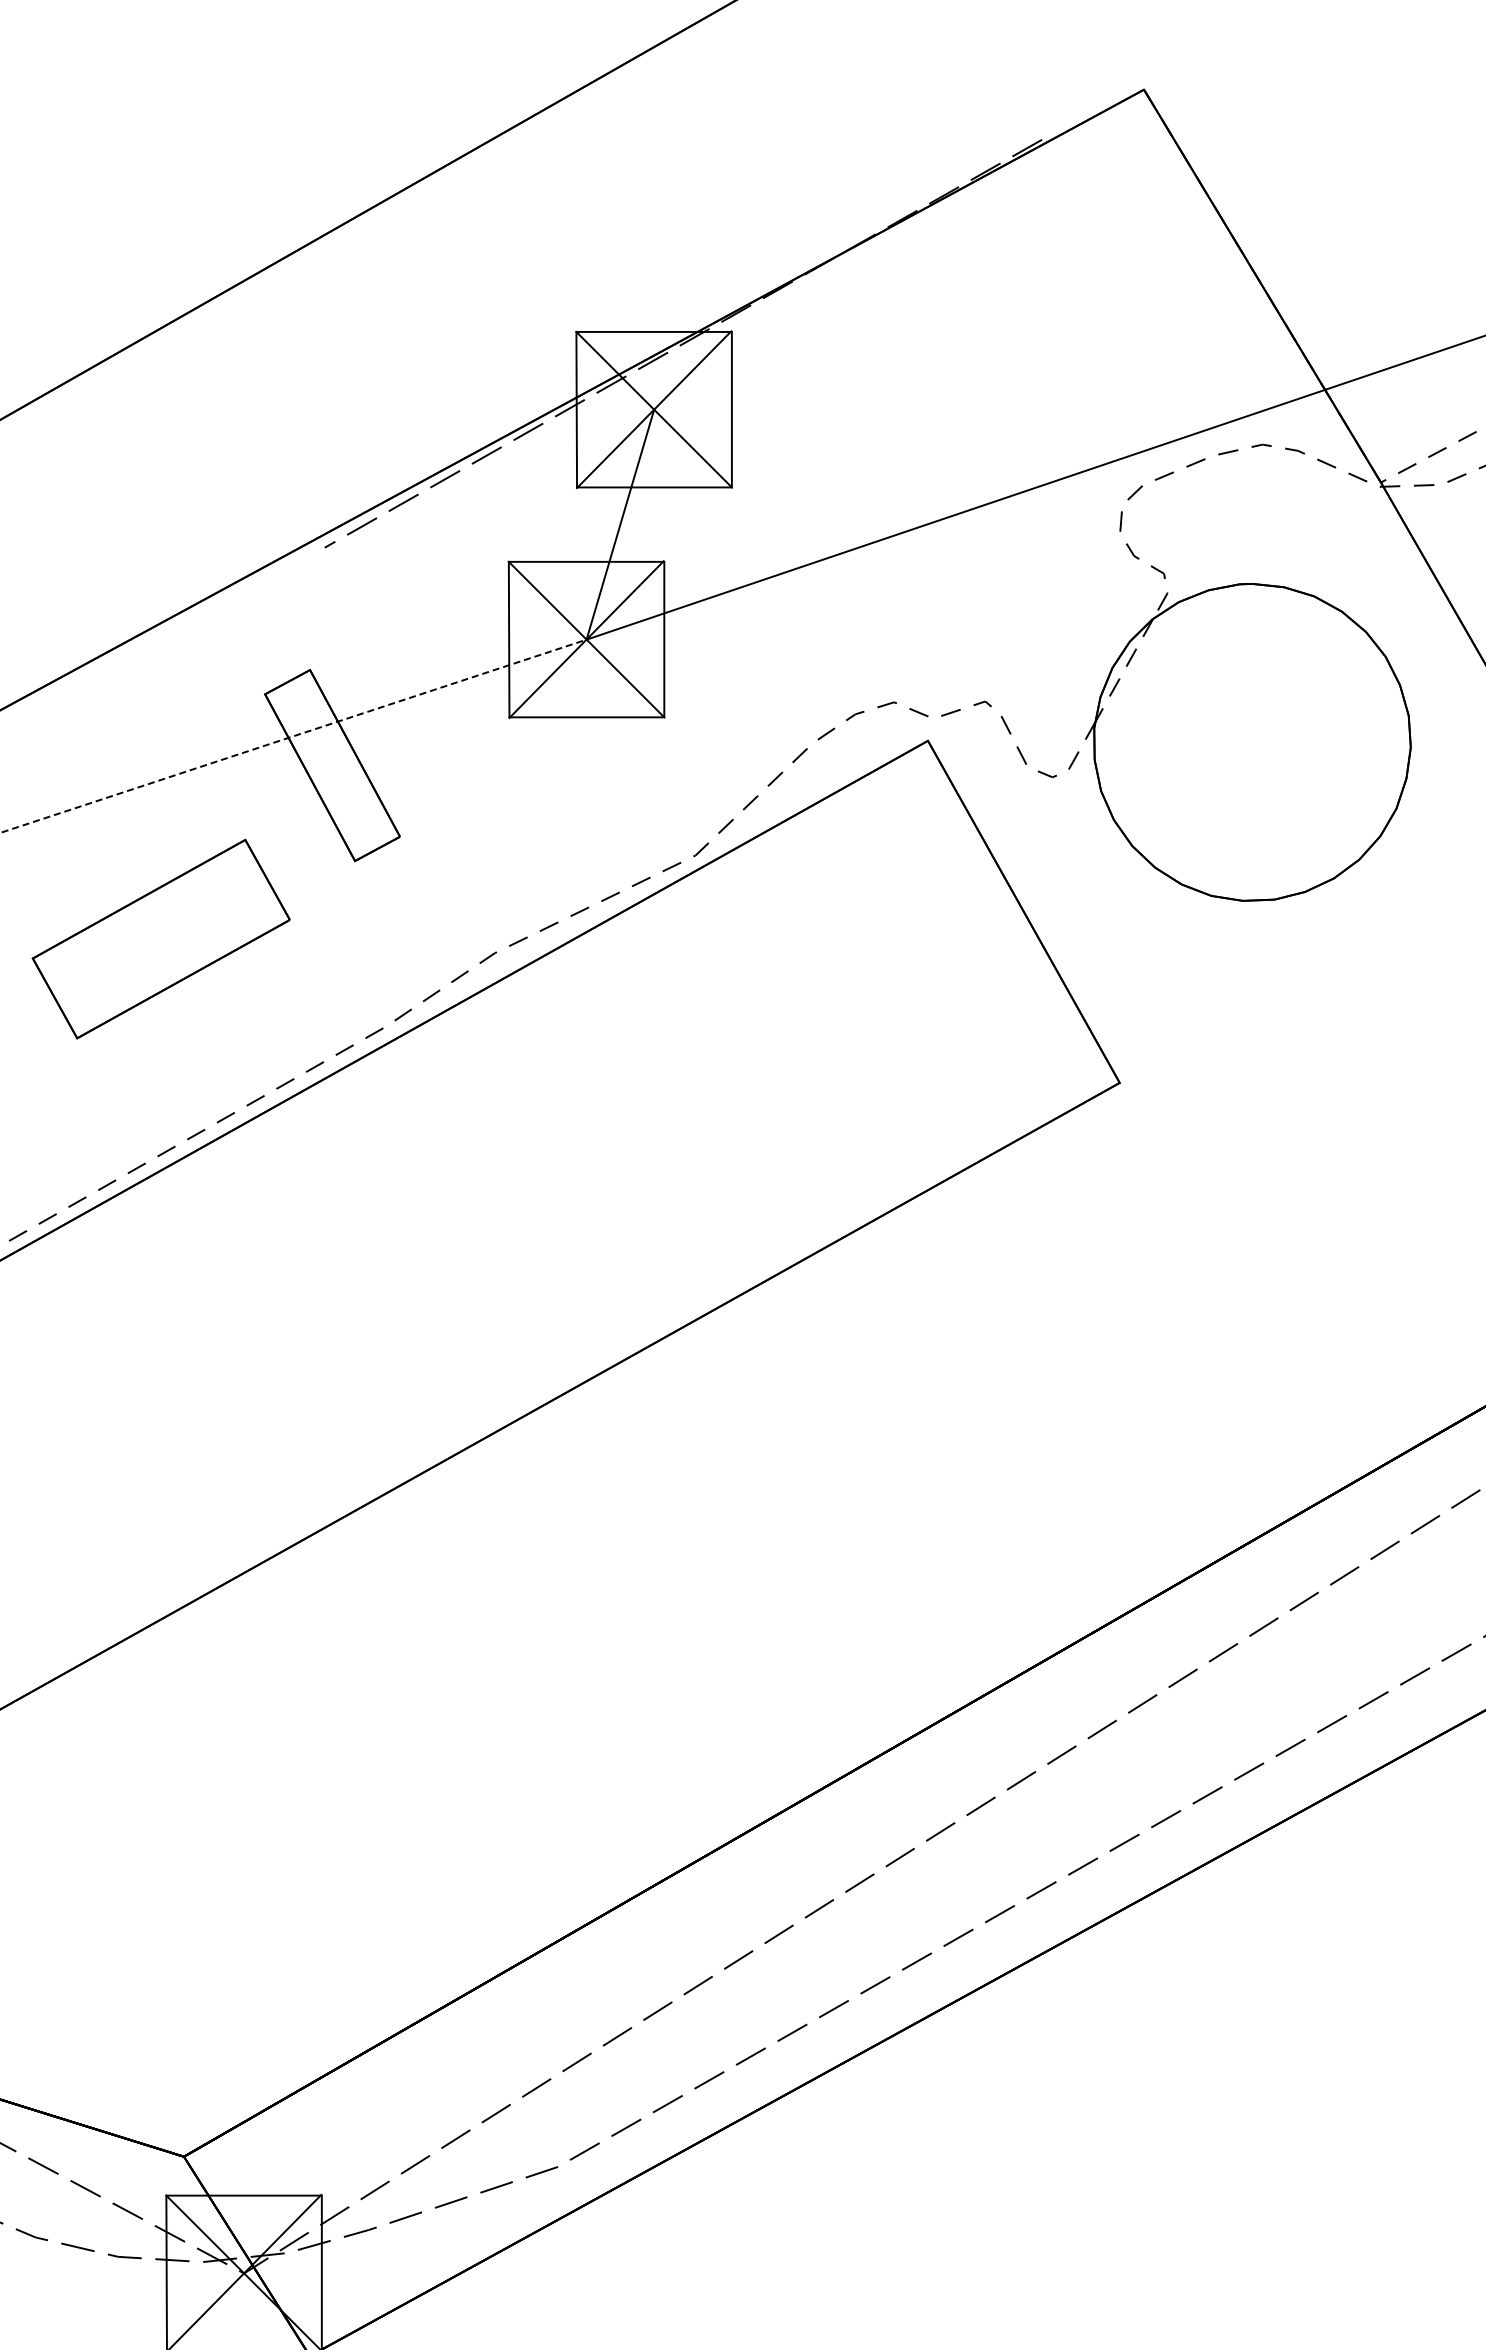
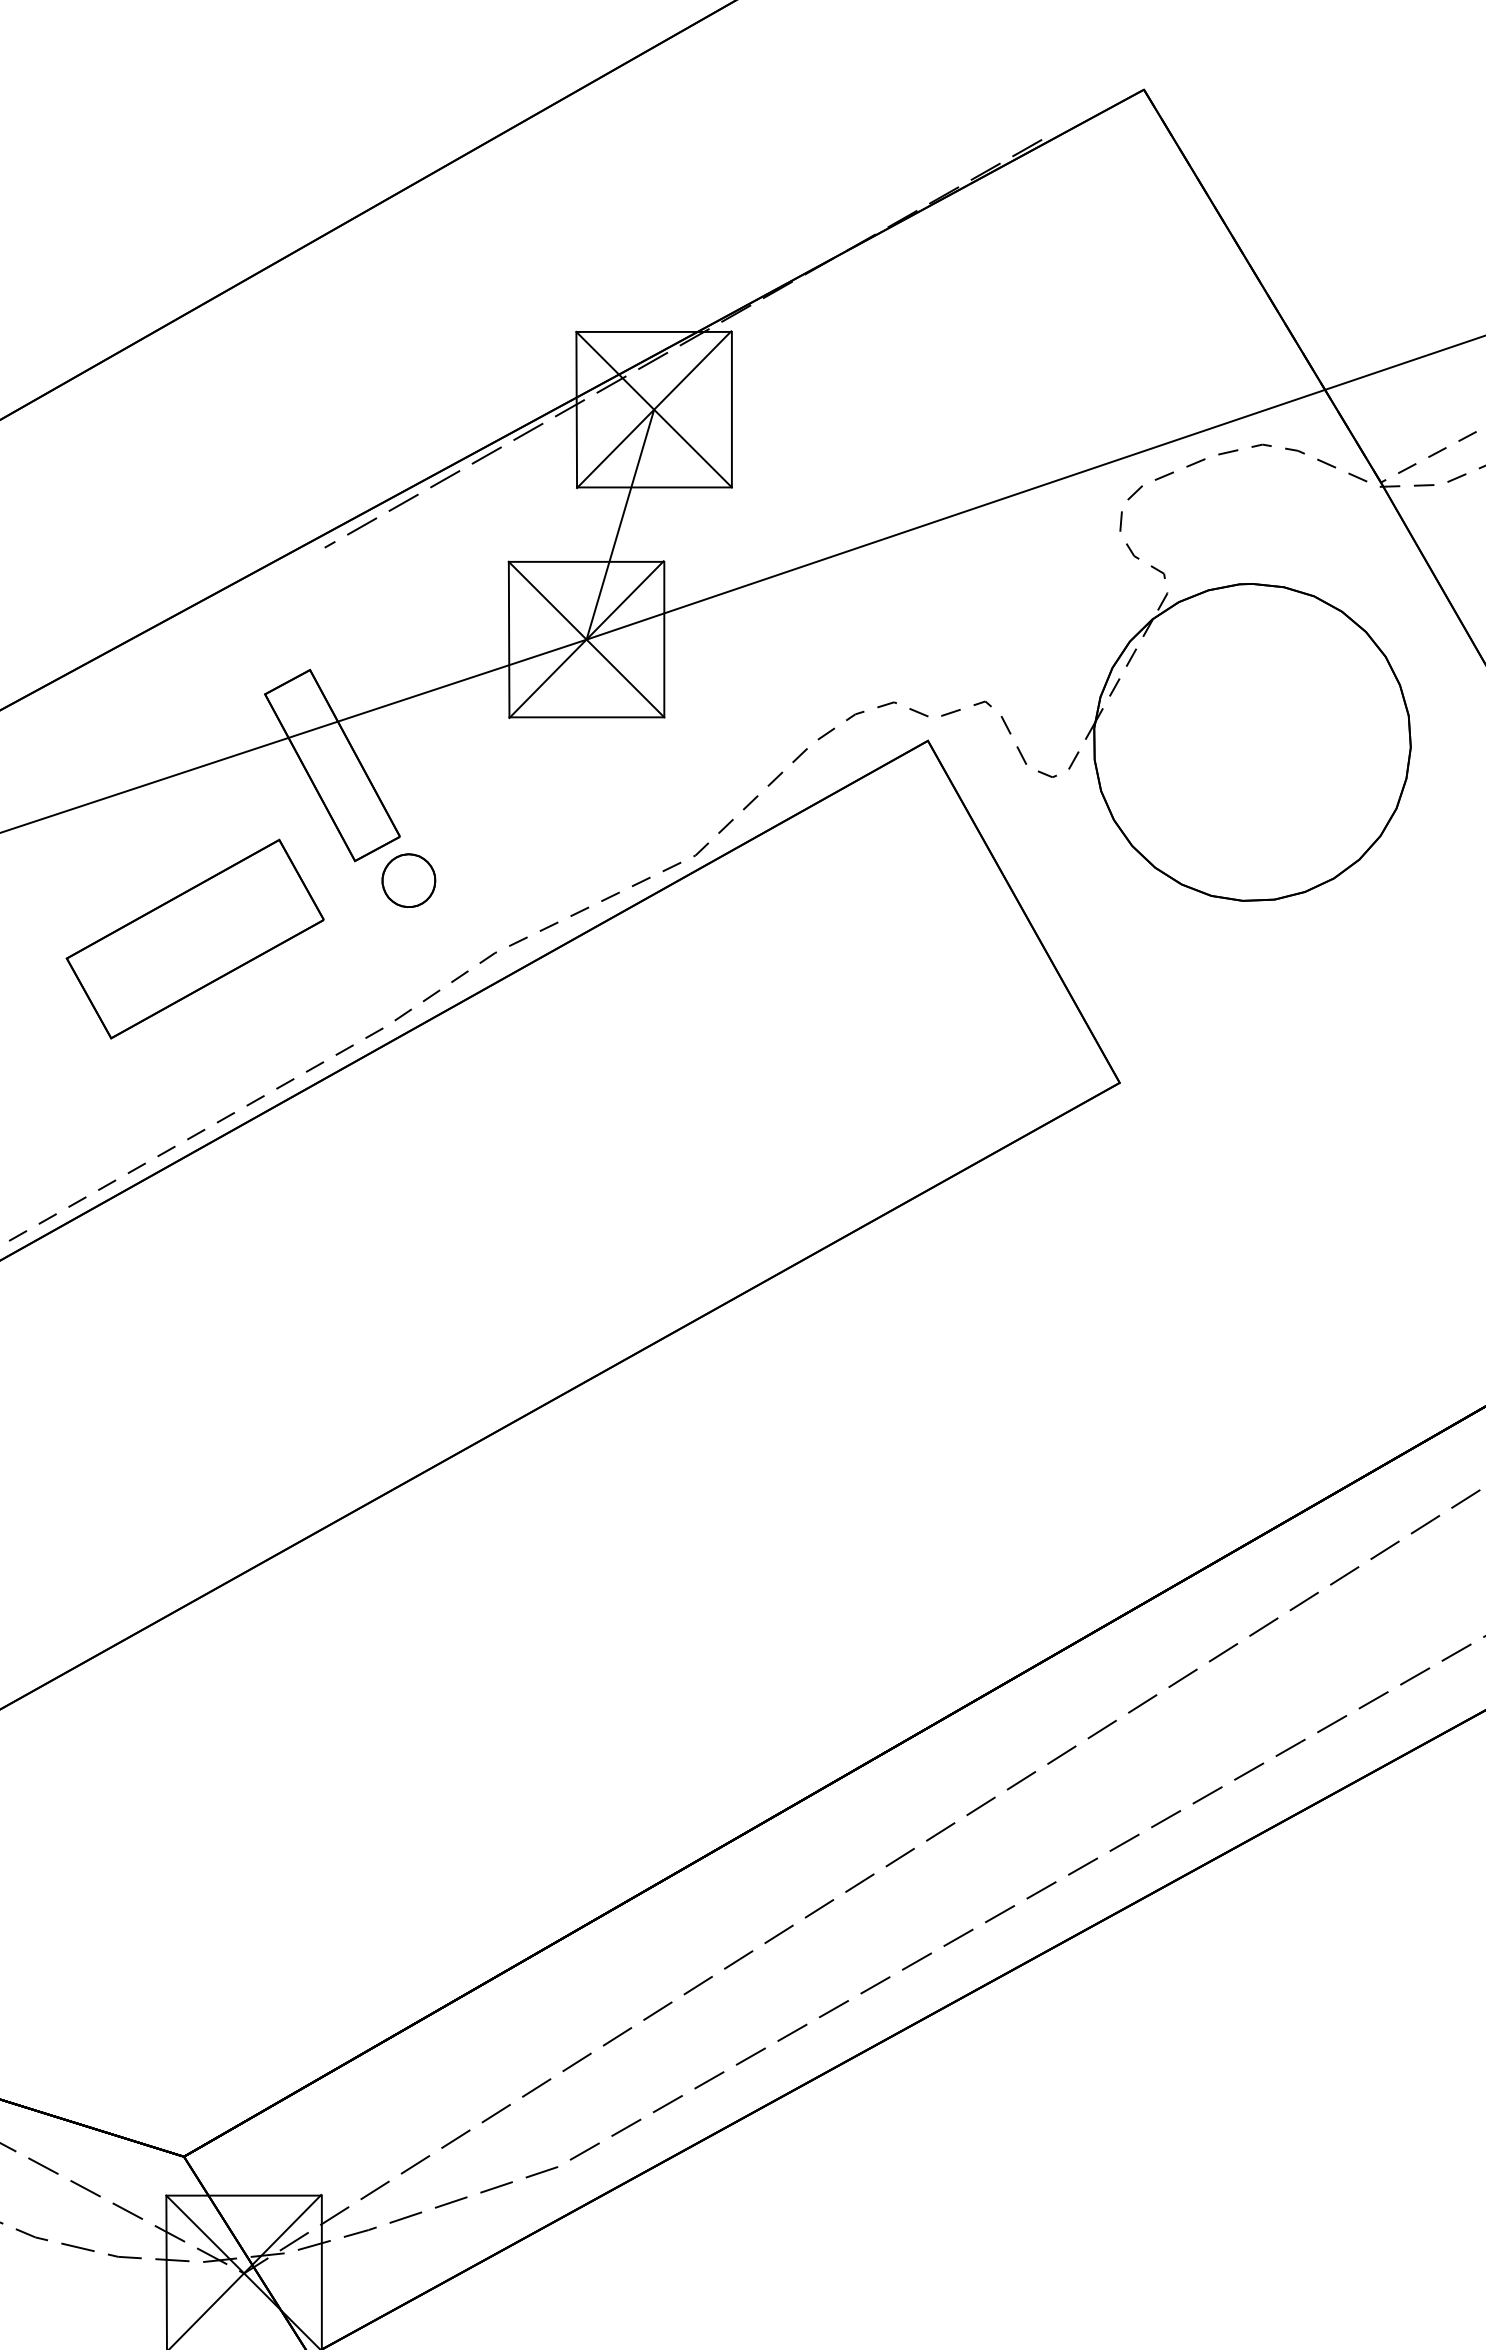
line at (294, 736): dashed -> solid
part at (408, 880): none -> present
part at (160, 938) position: (160, 938) -> (194, 938)
